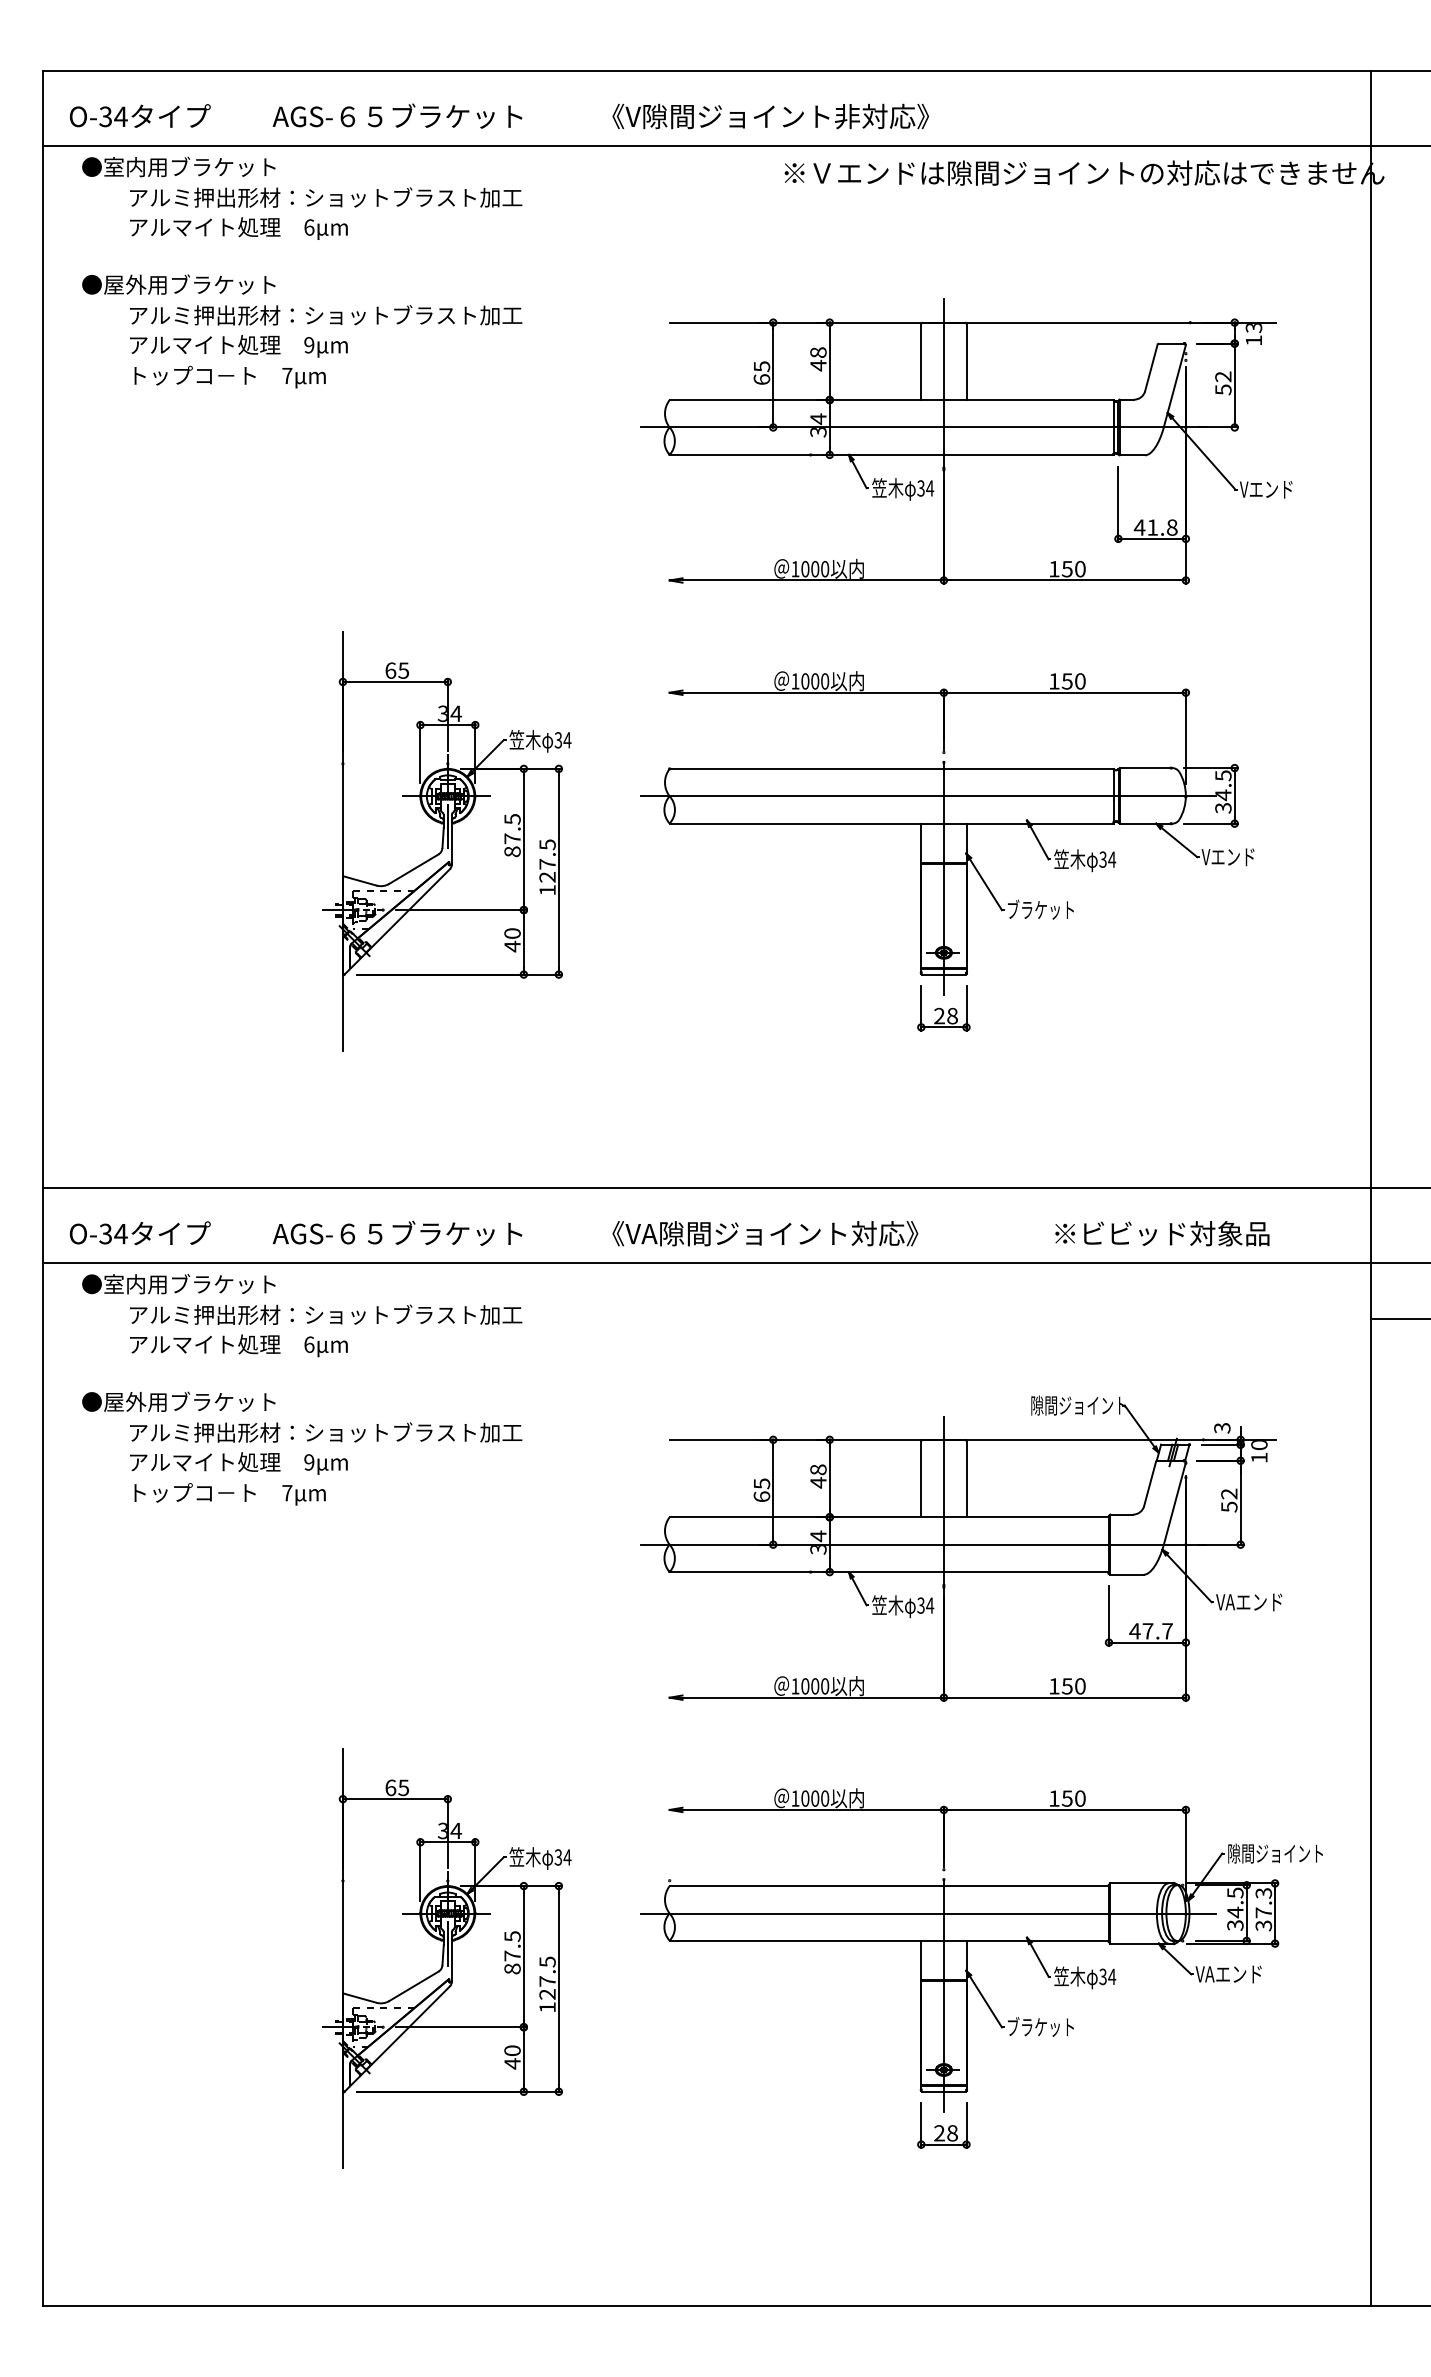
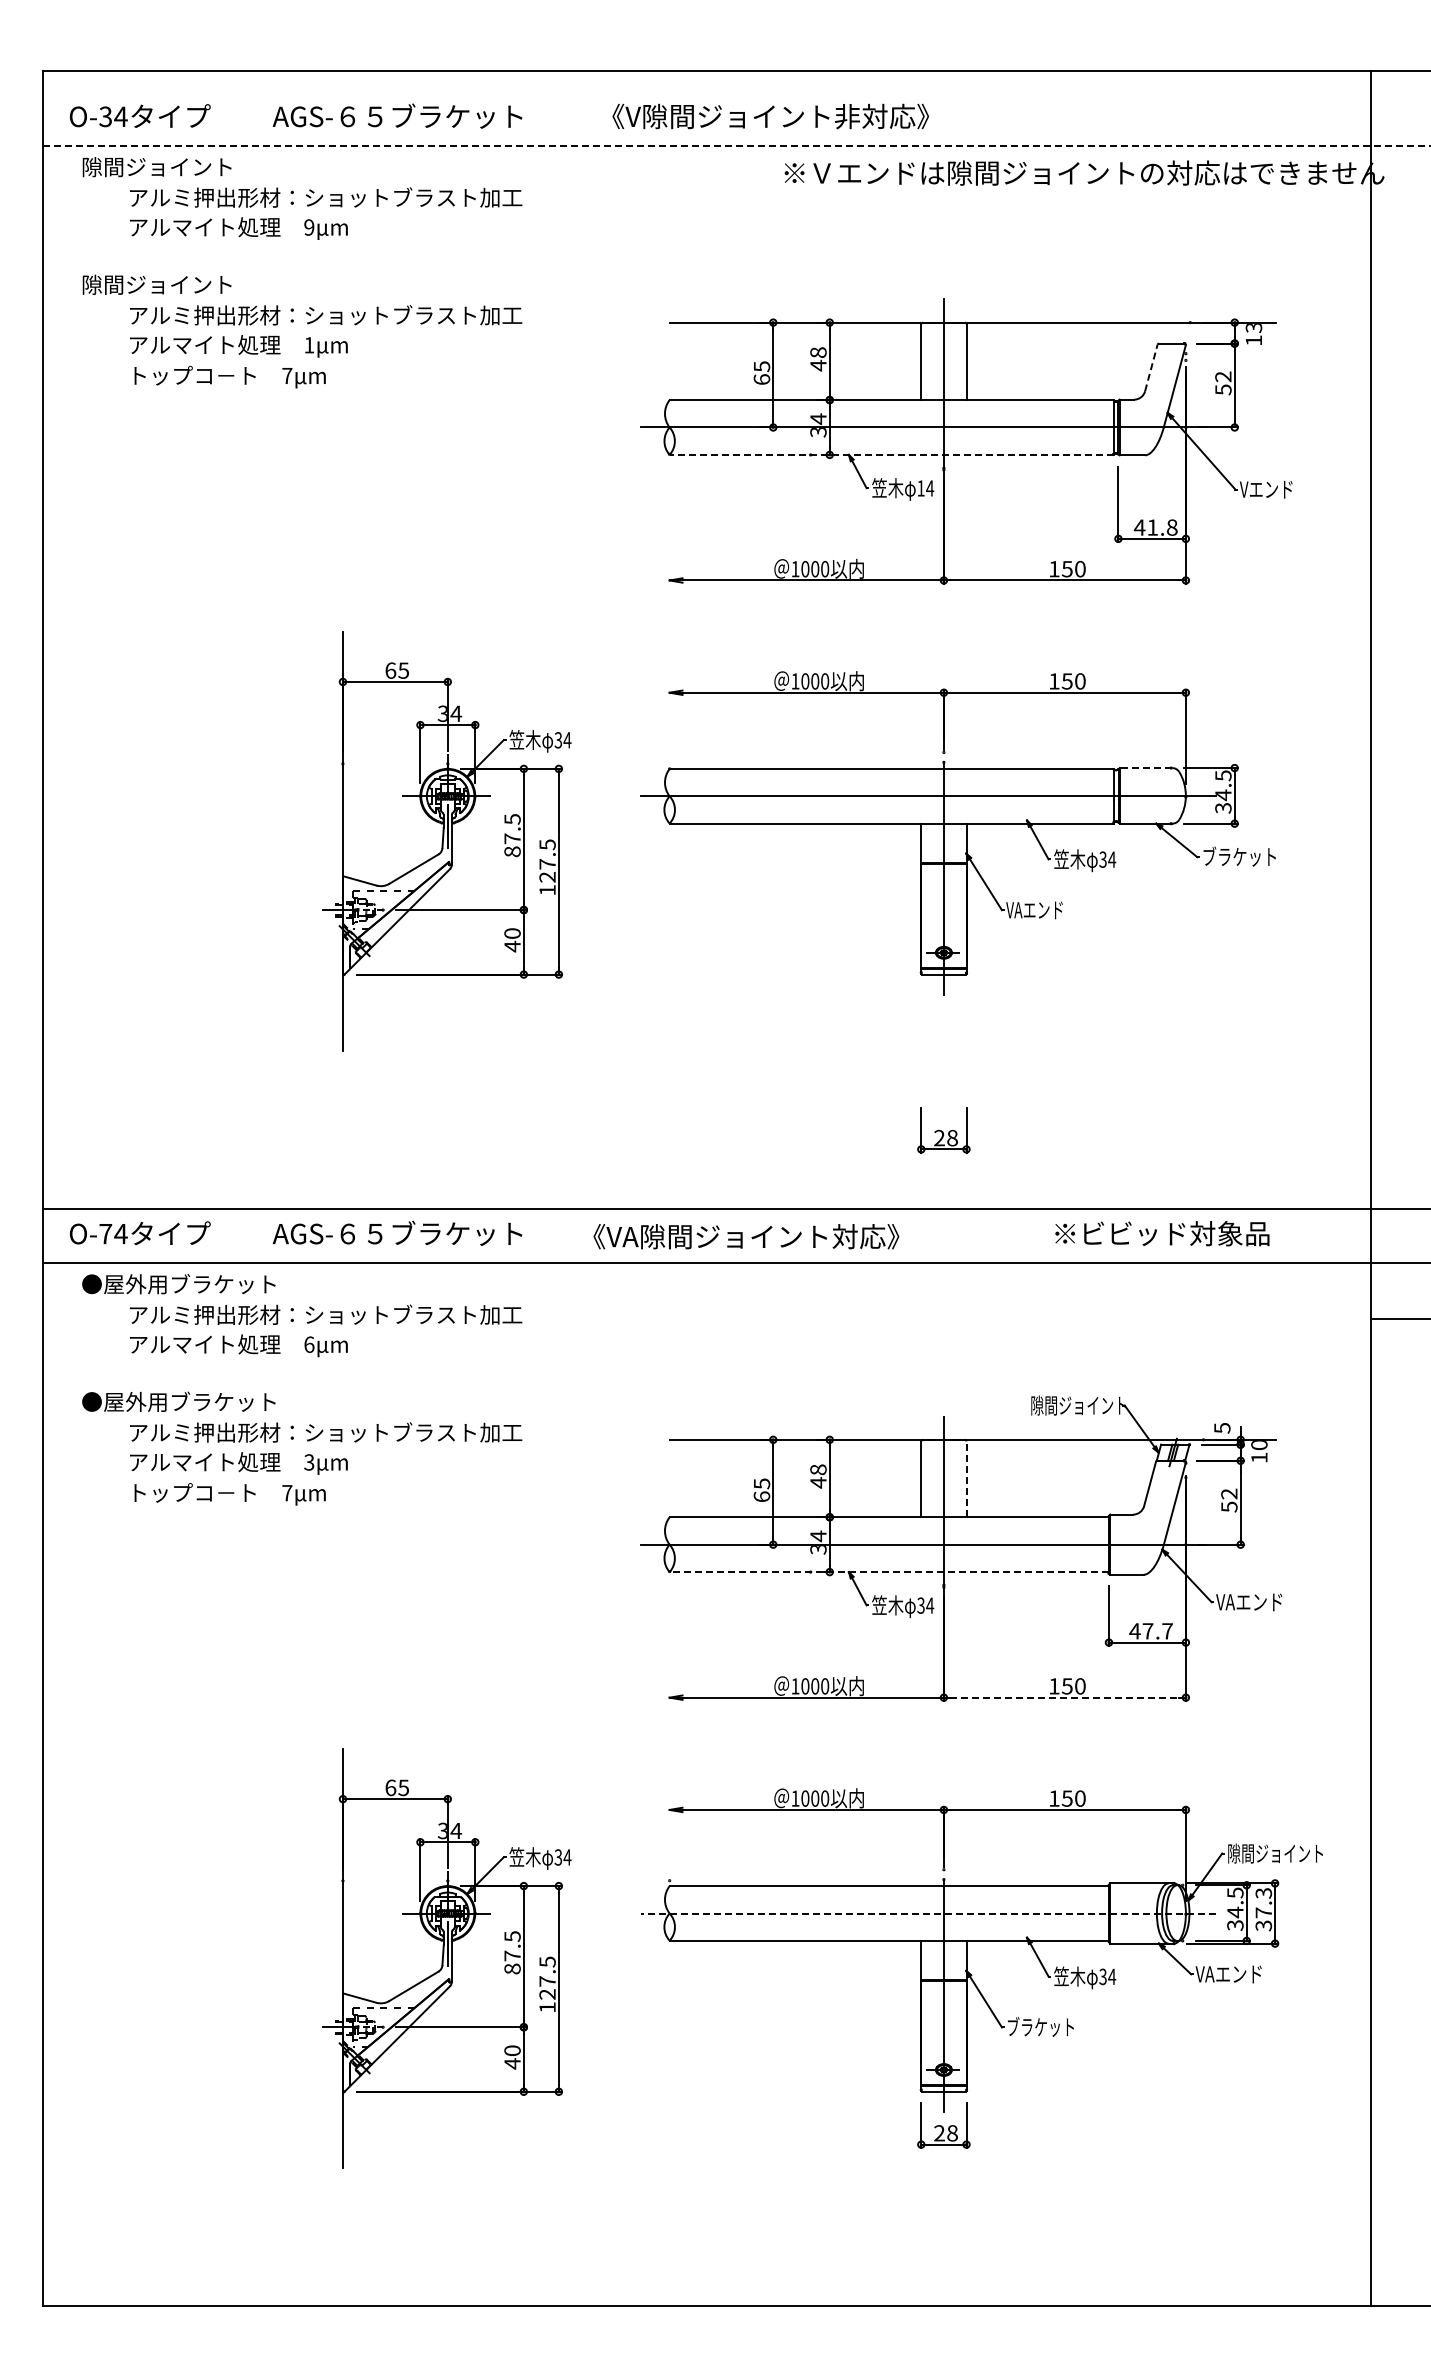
line at (736, 146): solid -> dashed
text at (178, 166): ●室内用ブラケット -> 隙間ジョイント
text at (309, 227): 6 -> 9
text at (178, 284): ●屋外用ブラケット -> 隙間ジョイント
text at (309, 345): 9 -> 1
line at (1151, 367): solid -> dashed
line at (891, 454): solid -> dashed
text at (920, 488): 34 -> 14
line at (1145, 768): solid -> dashed
text at (1238, 856): Vエンド -> ブラケット
text at (1039, 909): ブラケット -> VAエンド
part at (943, 1008) position: (943, 1008) -> (943, 1130)
line at (734, 1188) position: (734, 1188) -> (734, 1209)
text at (105, 1233): O-34 -> O-74
text at (765, 1233) position: (765, 1233) -> (746, 1236)
text at (125, 1284): ●室内用ブラケット -> ●屋外用ブラケット
text at (1221, 1427): 3 -> 5
text at (309, 1462): 9 -> 3
line at (966, 1479): solid -> dashed
line at (889, 1572): solid -> dashed
line at (1064, 1697): solid -> dashed
line at (928, 1913): solid -> dashed
